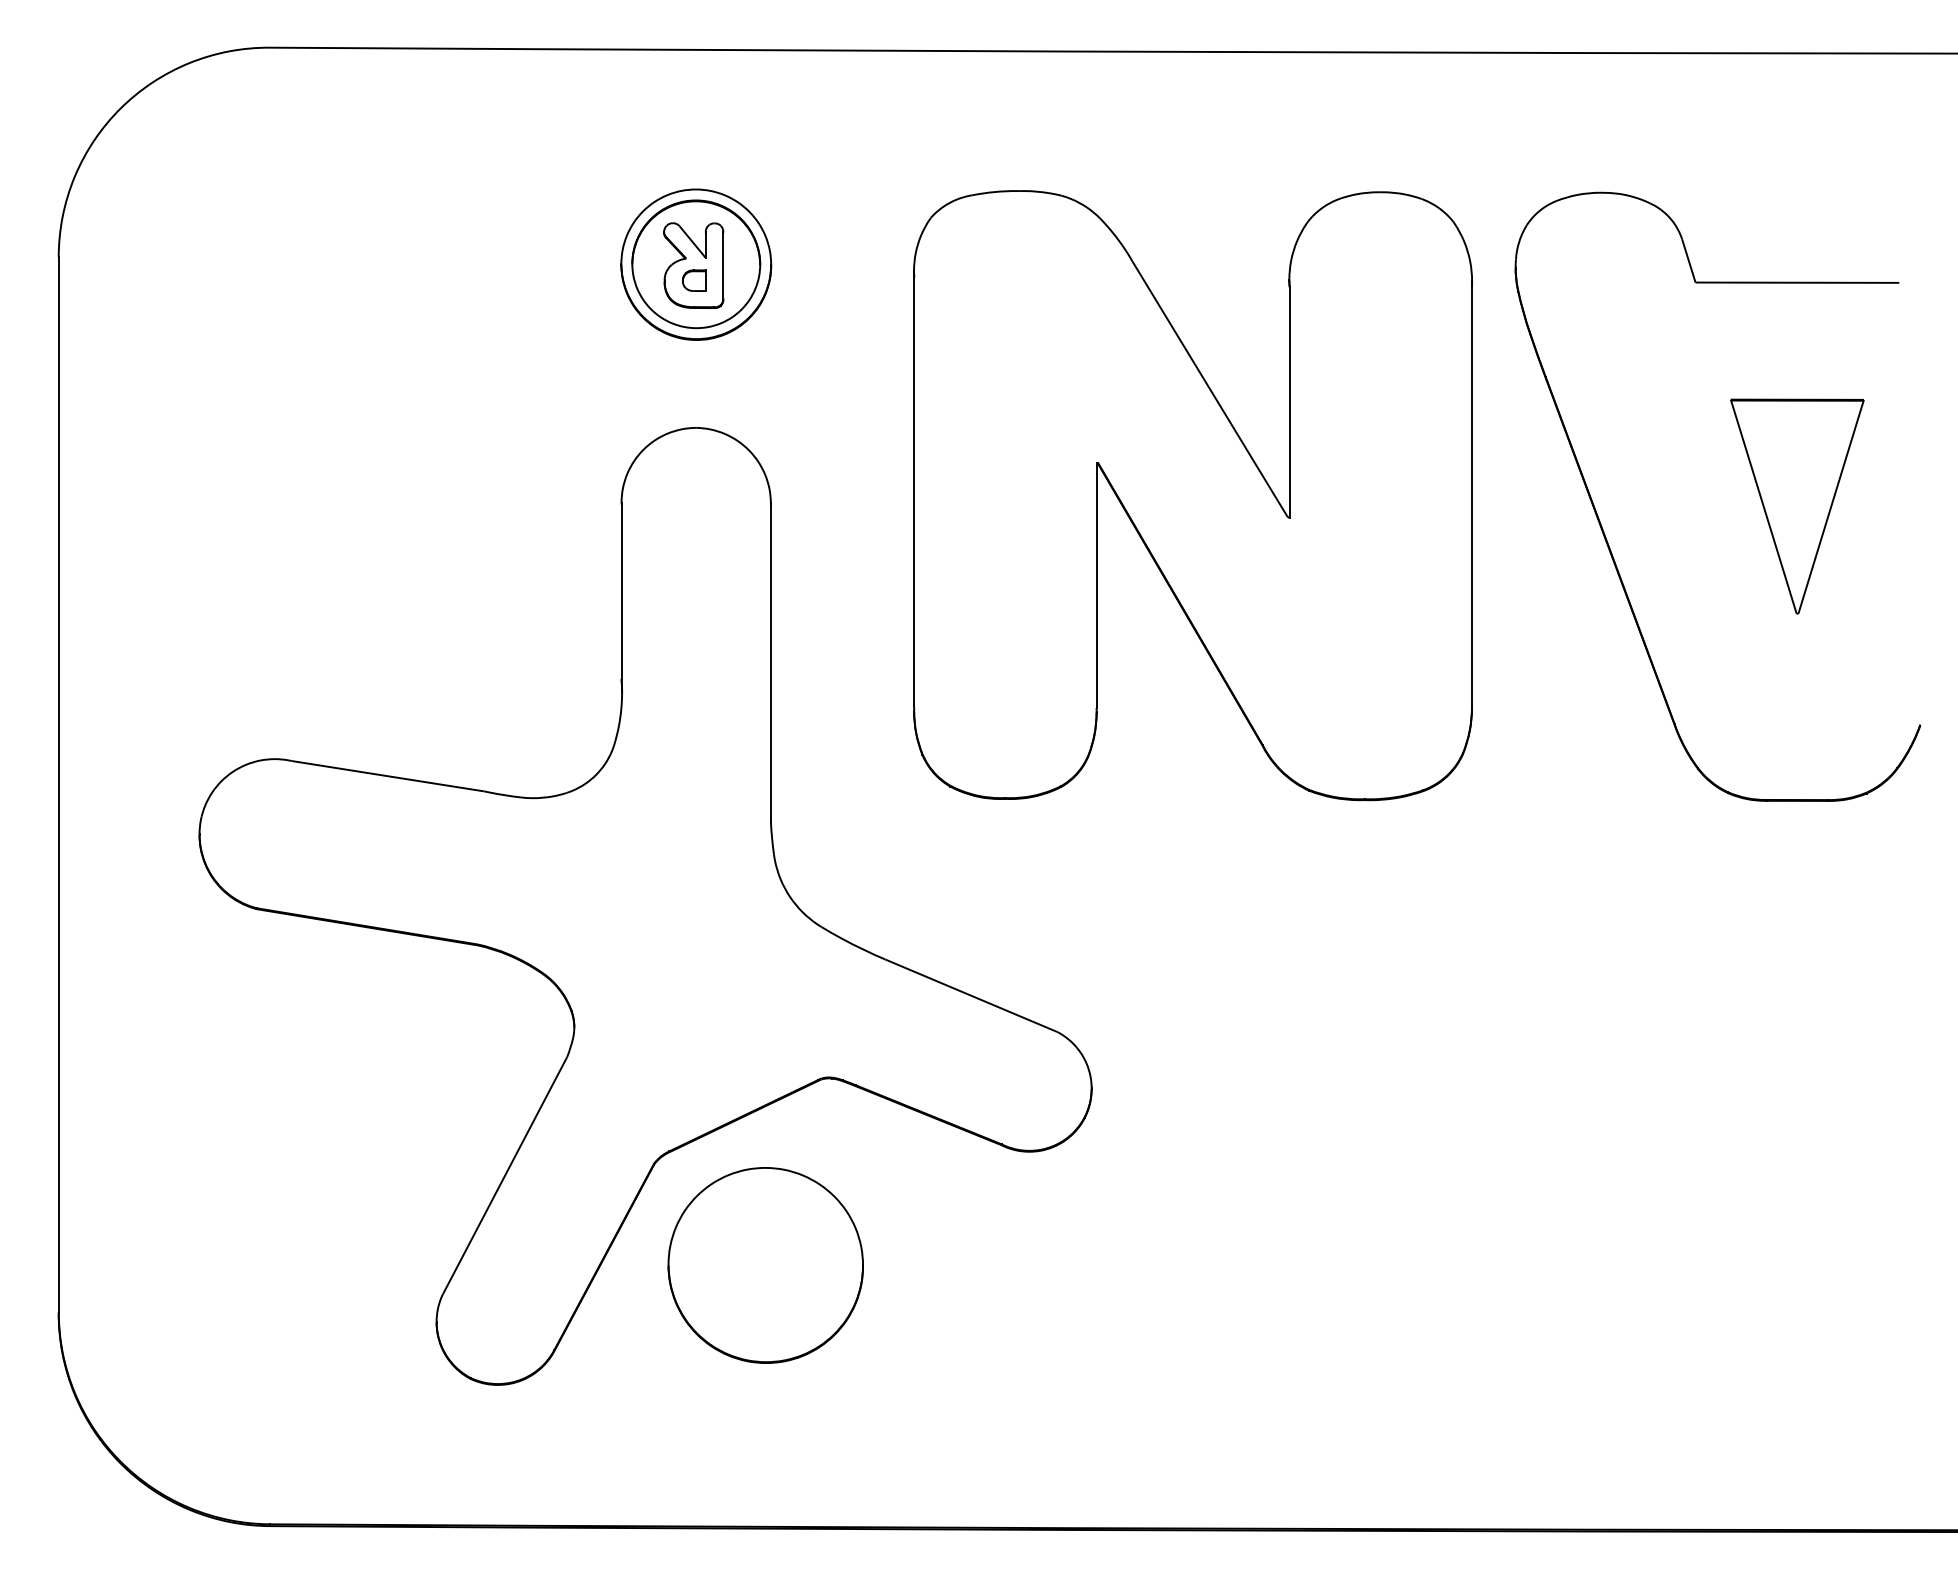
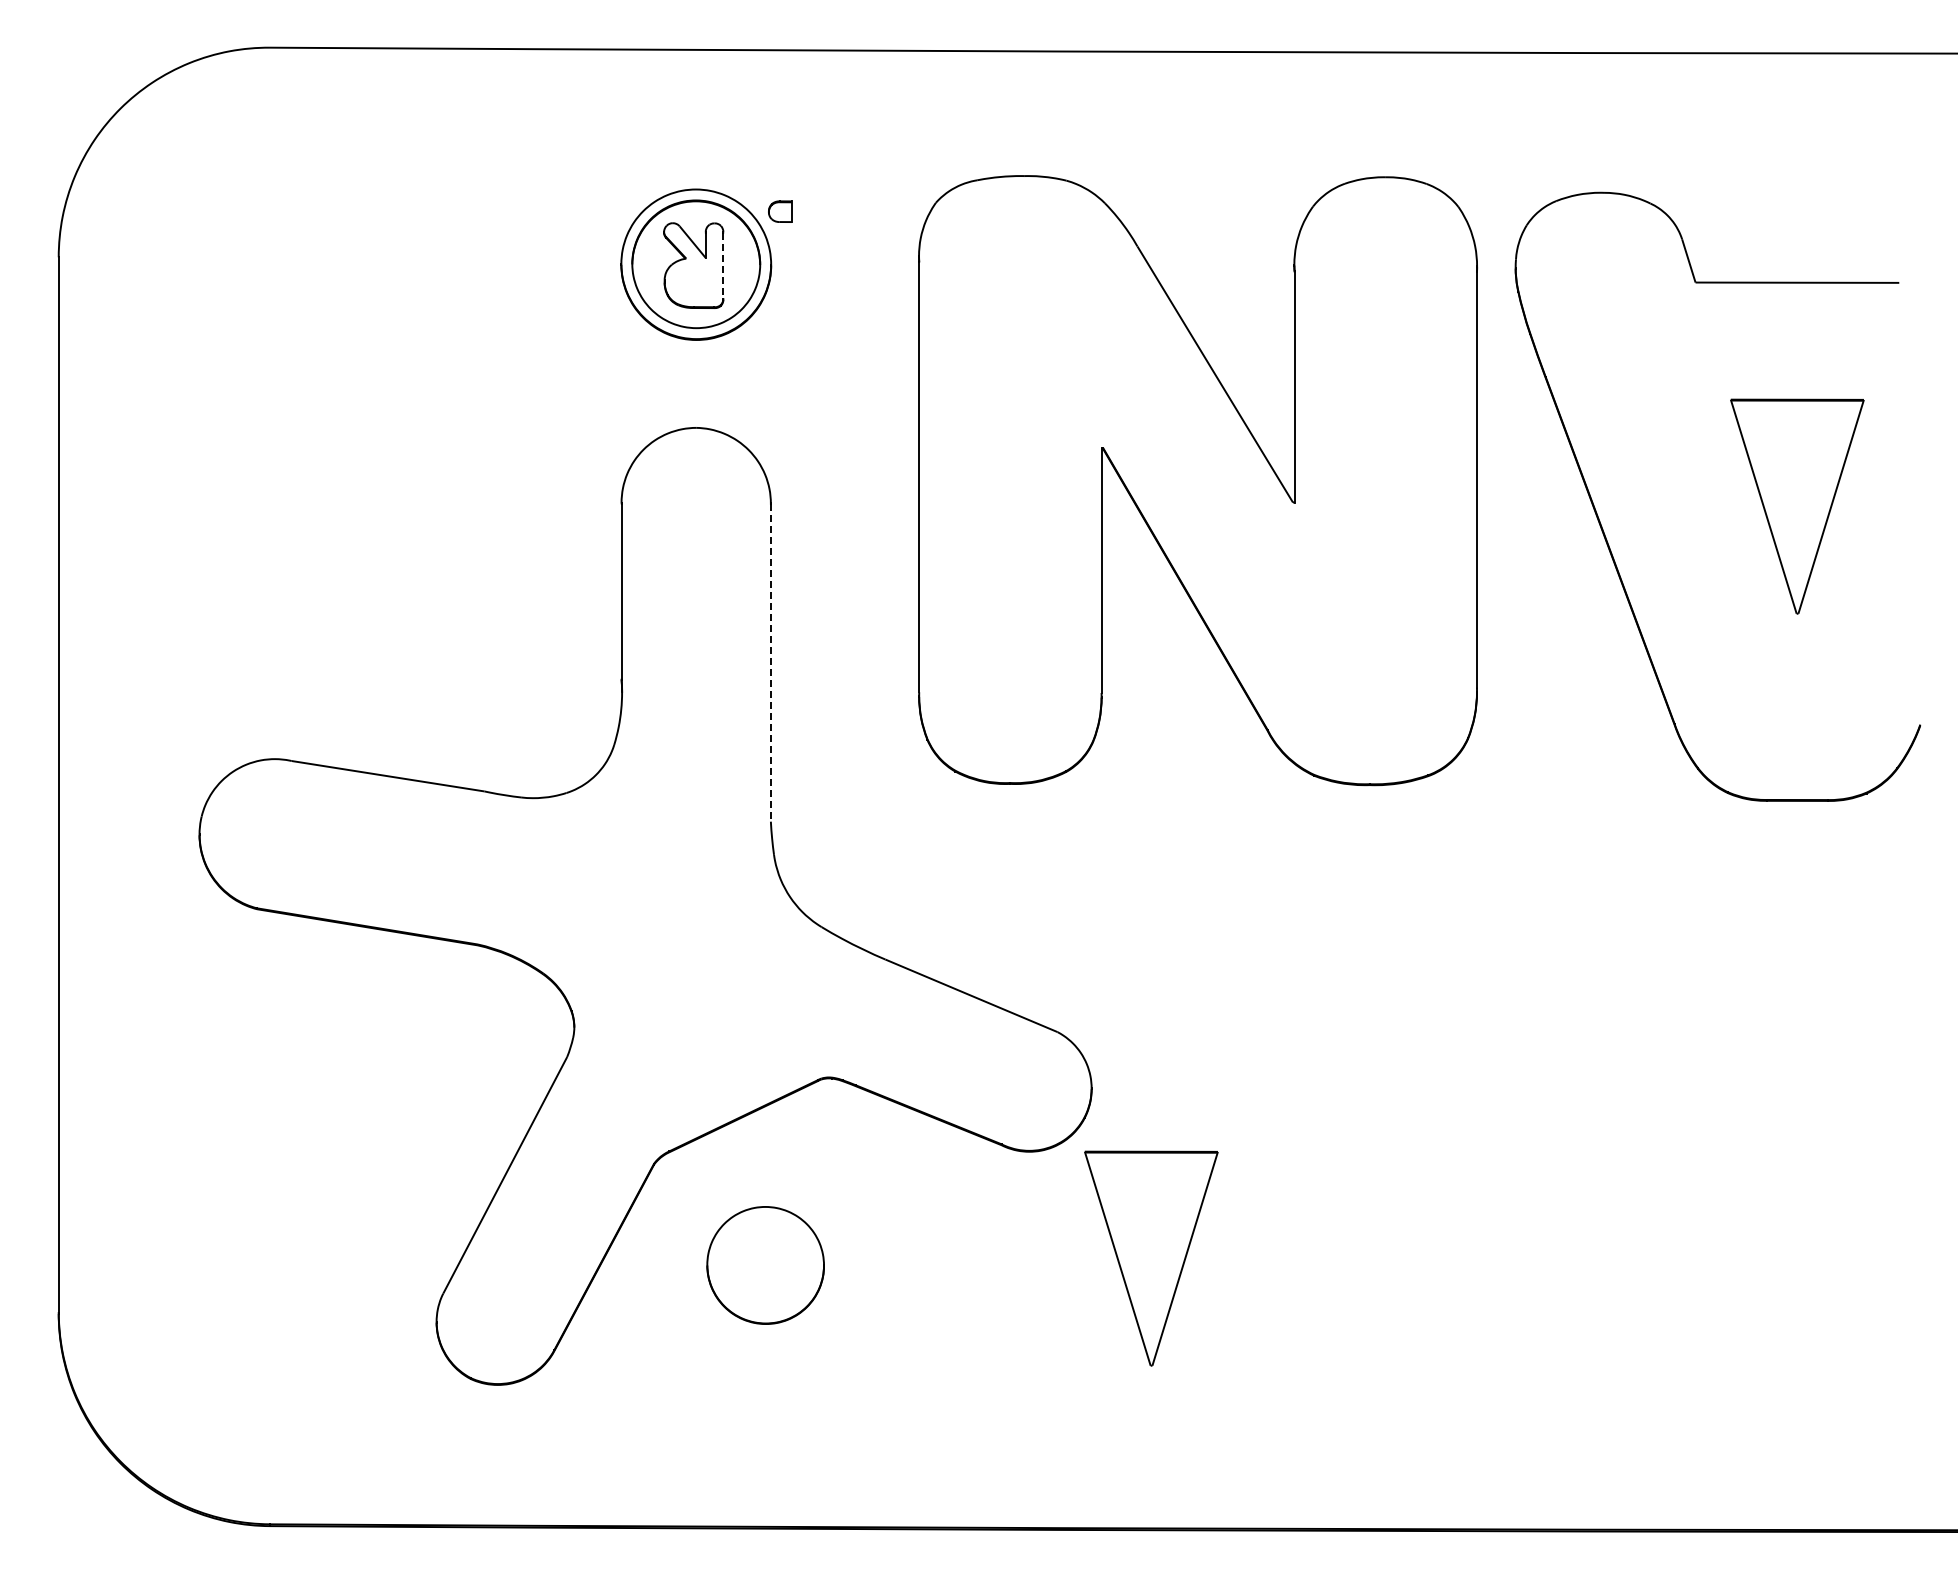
line at (723, 265): solid -> dashed
part at (694, 280) position: (694, 280) -> (780, 211)
part at (1192, 495) position: (1192, 495) -> (1197, 480)
line at (770, 662): solid -> dashed
part at (1151, 1258): none -> present
part at (765, 1265) size: 197x197 px -> 119x119 px
